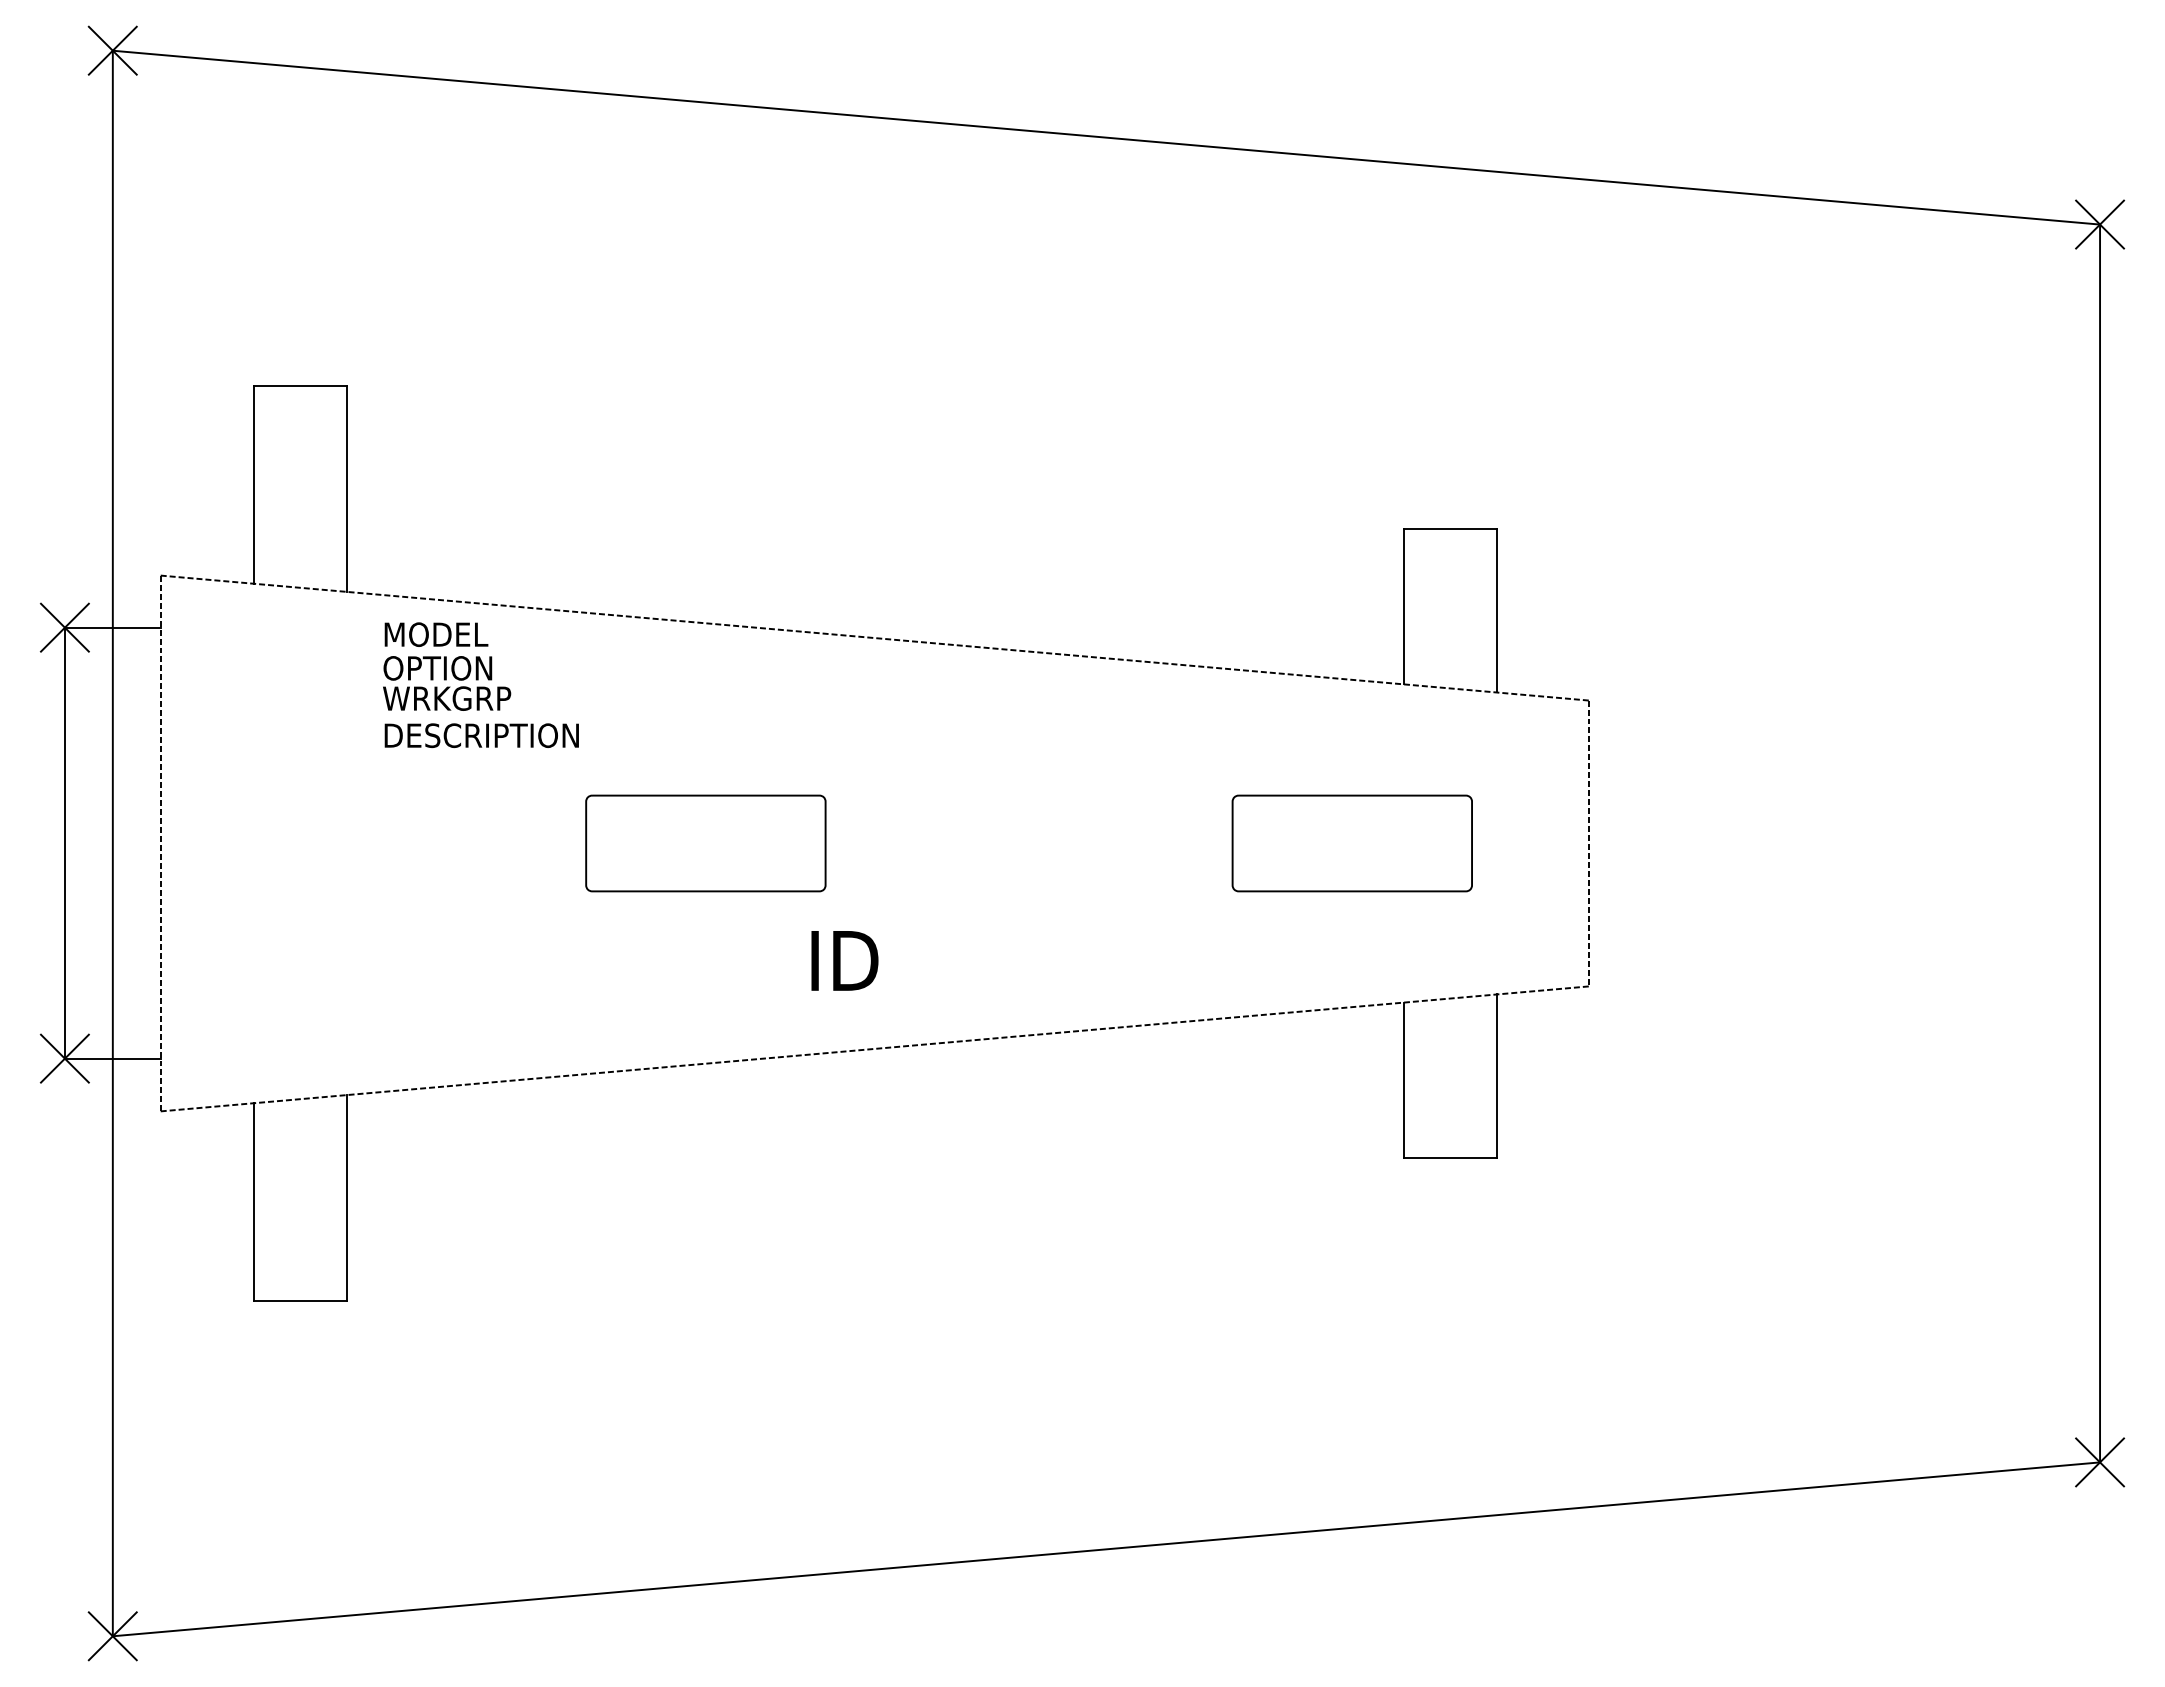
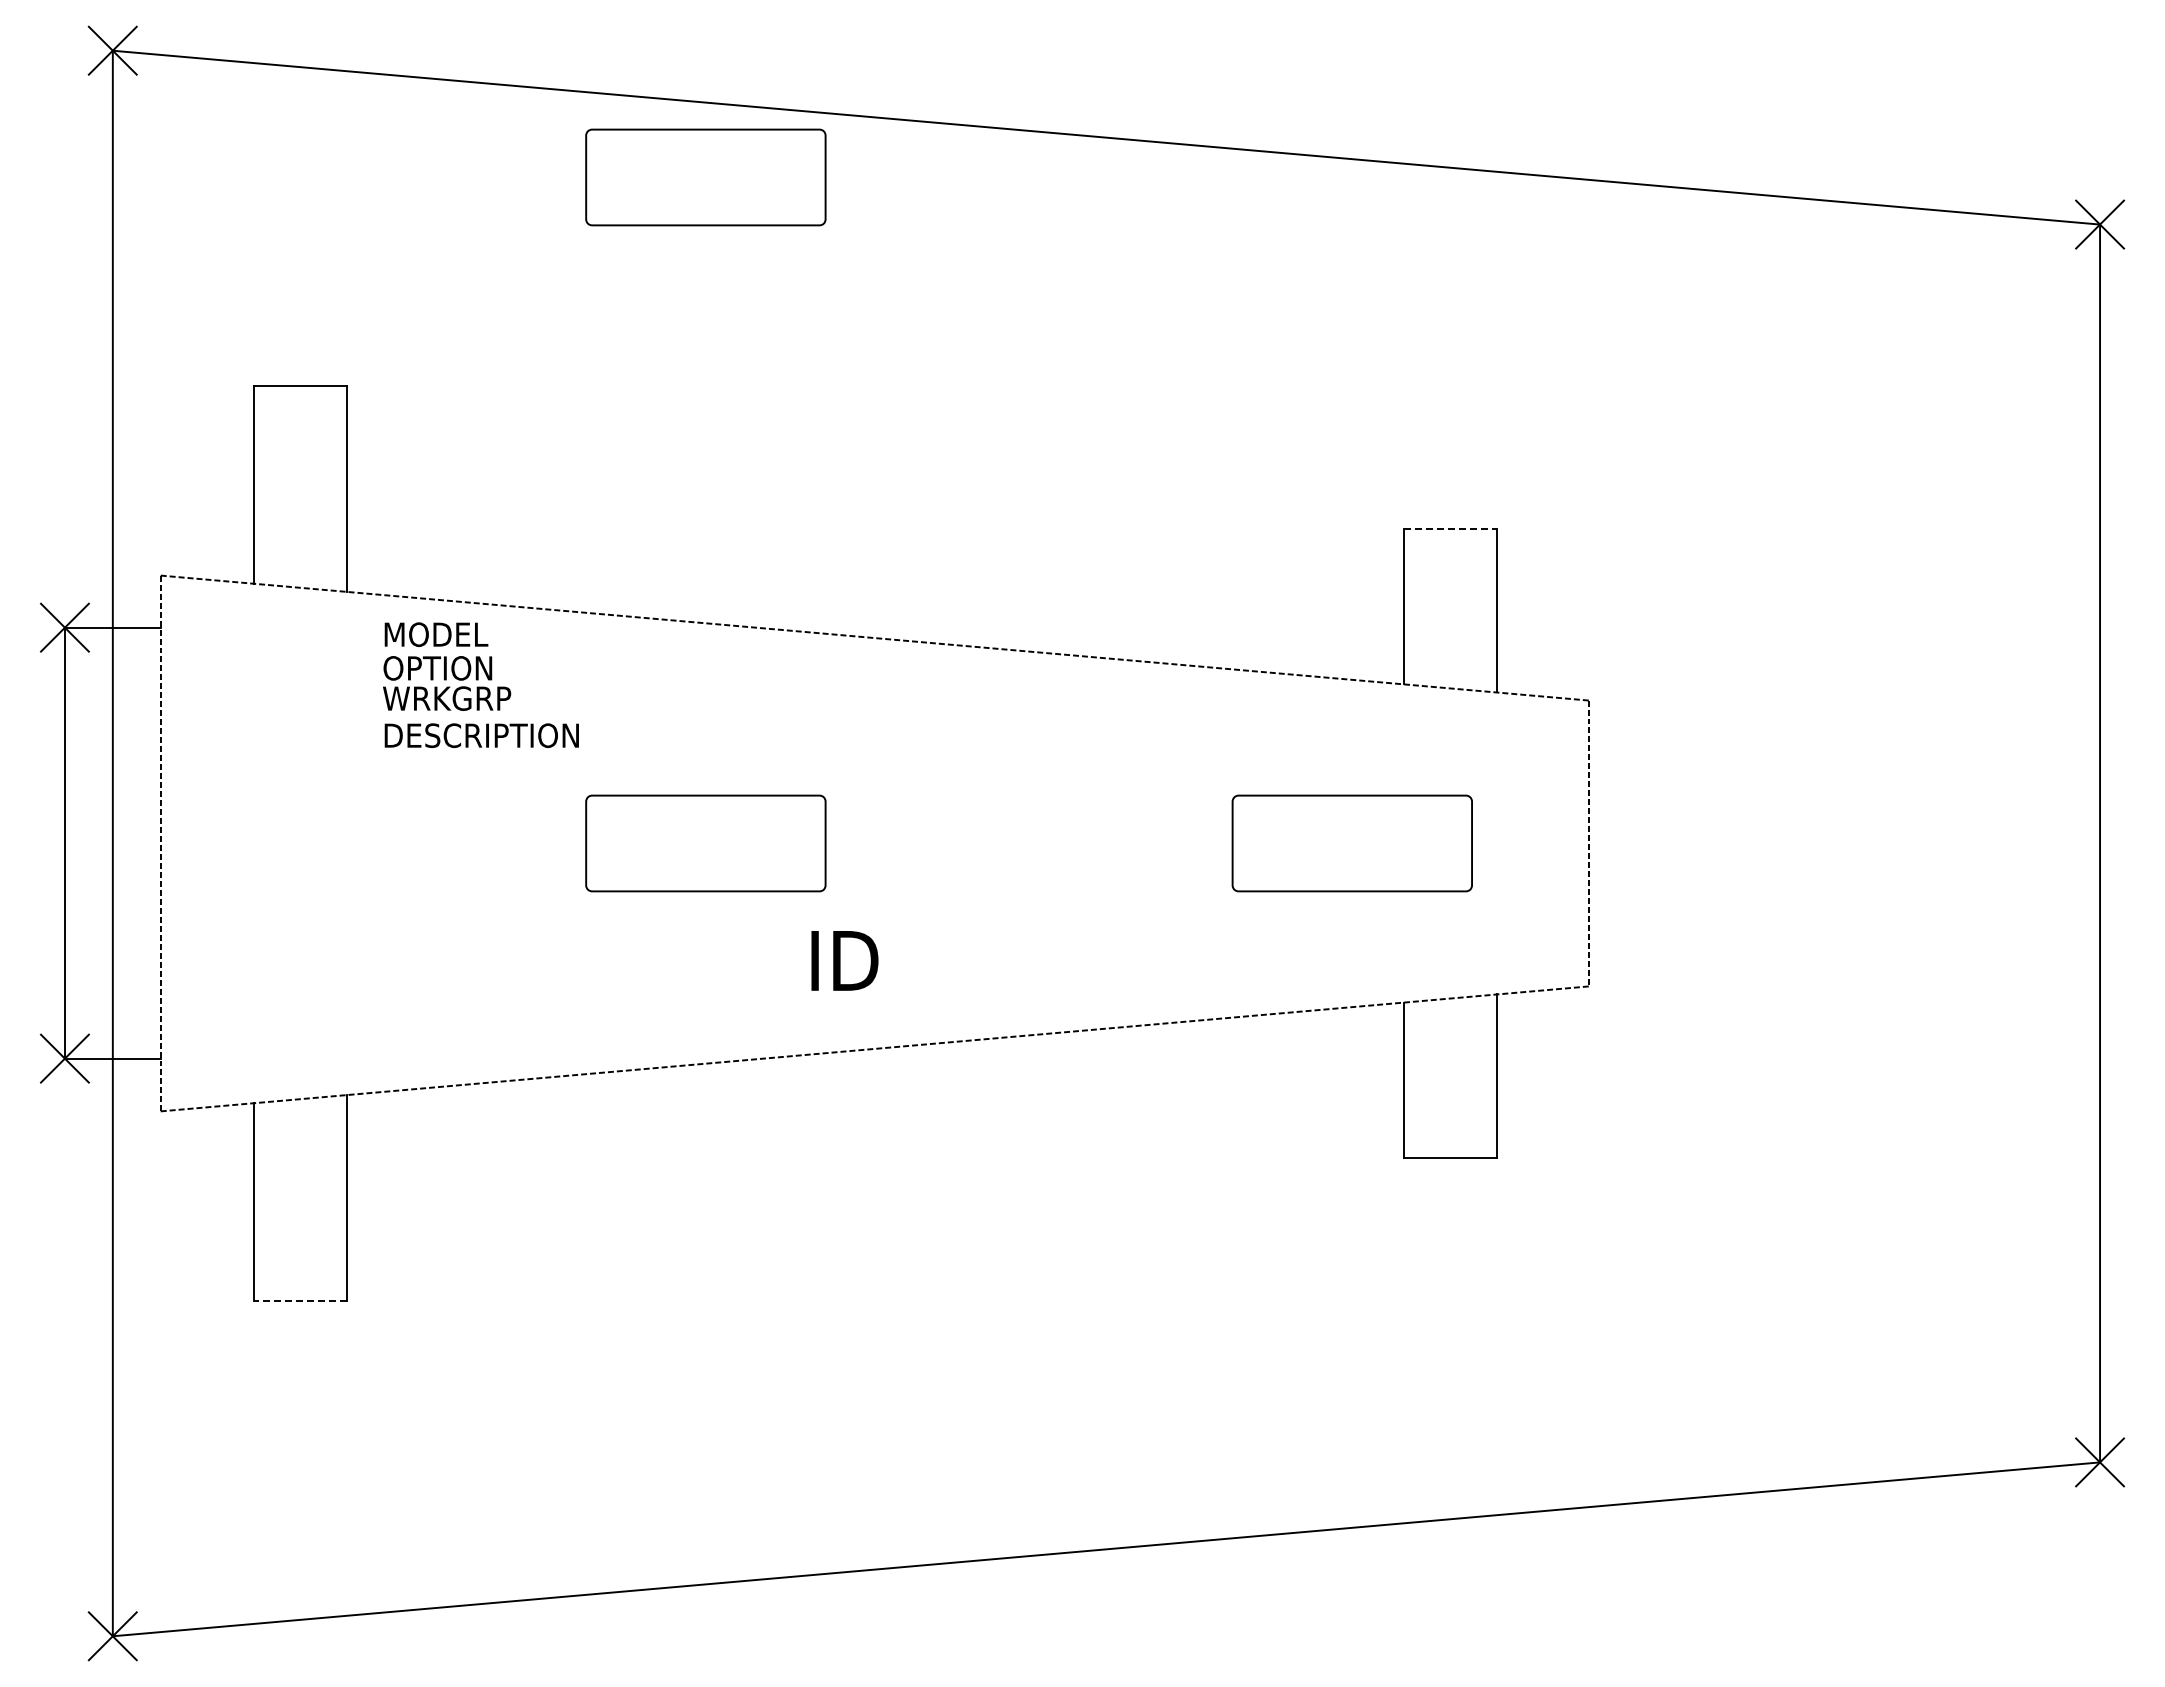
part at (705, 177): none -> present
line at (1450, 529): solid -> dashed
line at (299, 1301): solid -> dashed
